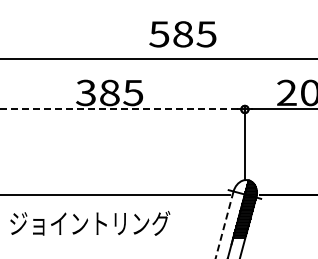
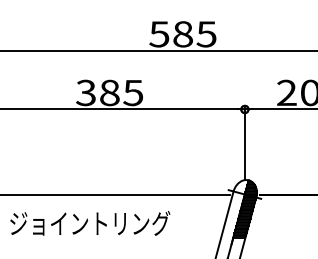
line at (158, 58) position: (158, 58) -> (158, 50)
line at (118, 109): dashed -> solid
line at (224, 224): dashed -> solid
